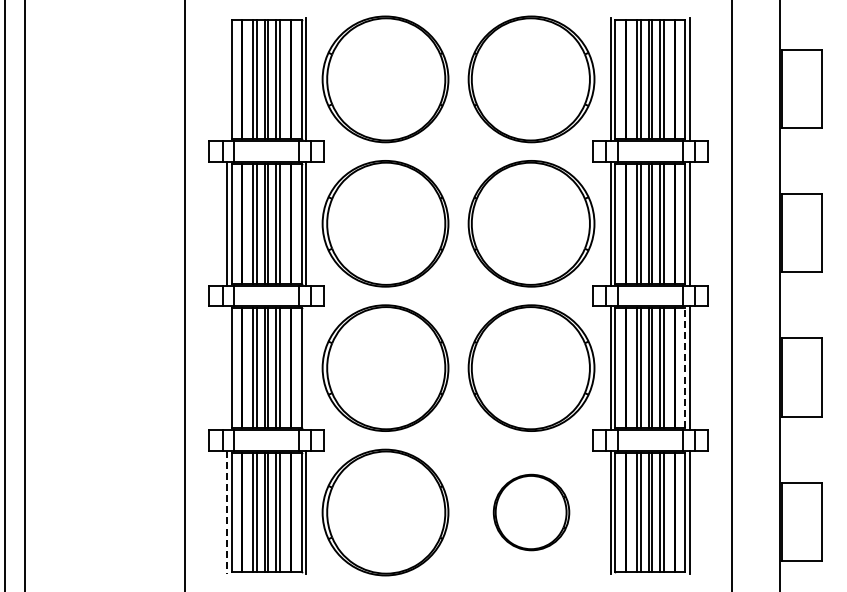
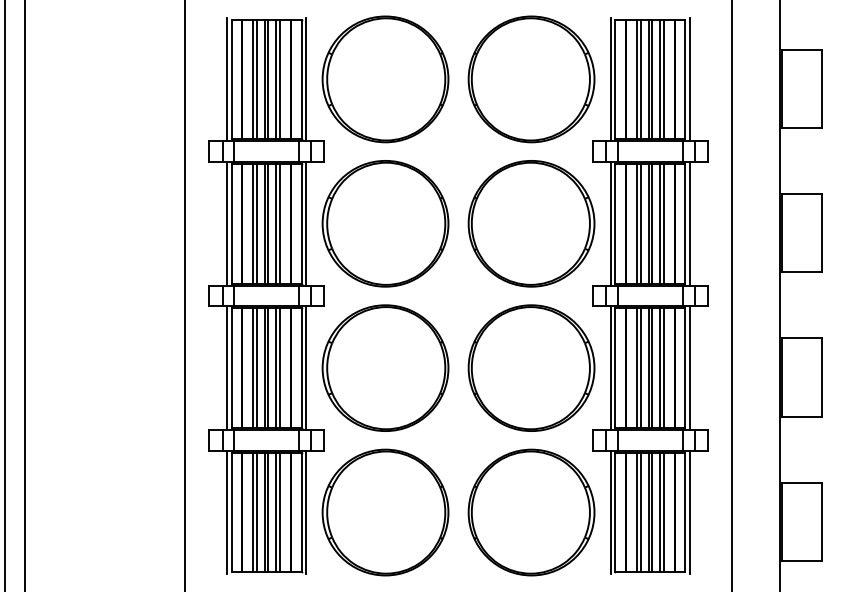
line at (227, 79): none -> present
line at (227, 368): none -> present
line at (306, 368): none -> present
line at (685, 368): dashed -> solid
line at (227, 512): dashed -> solid
part at (531, 512) size: 79x79 px -> 129x129 px
